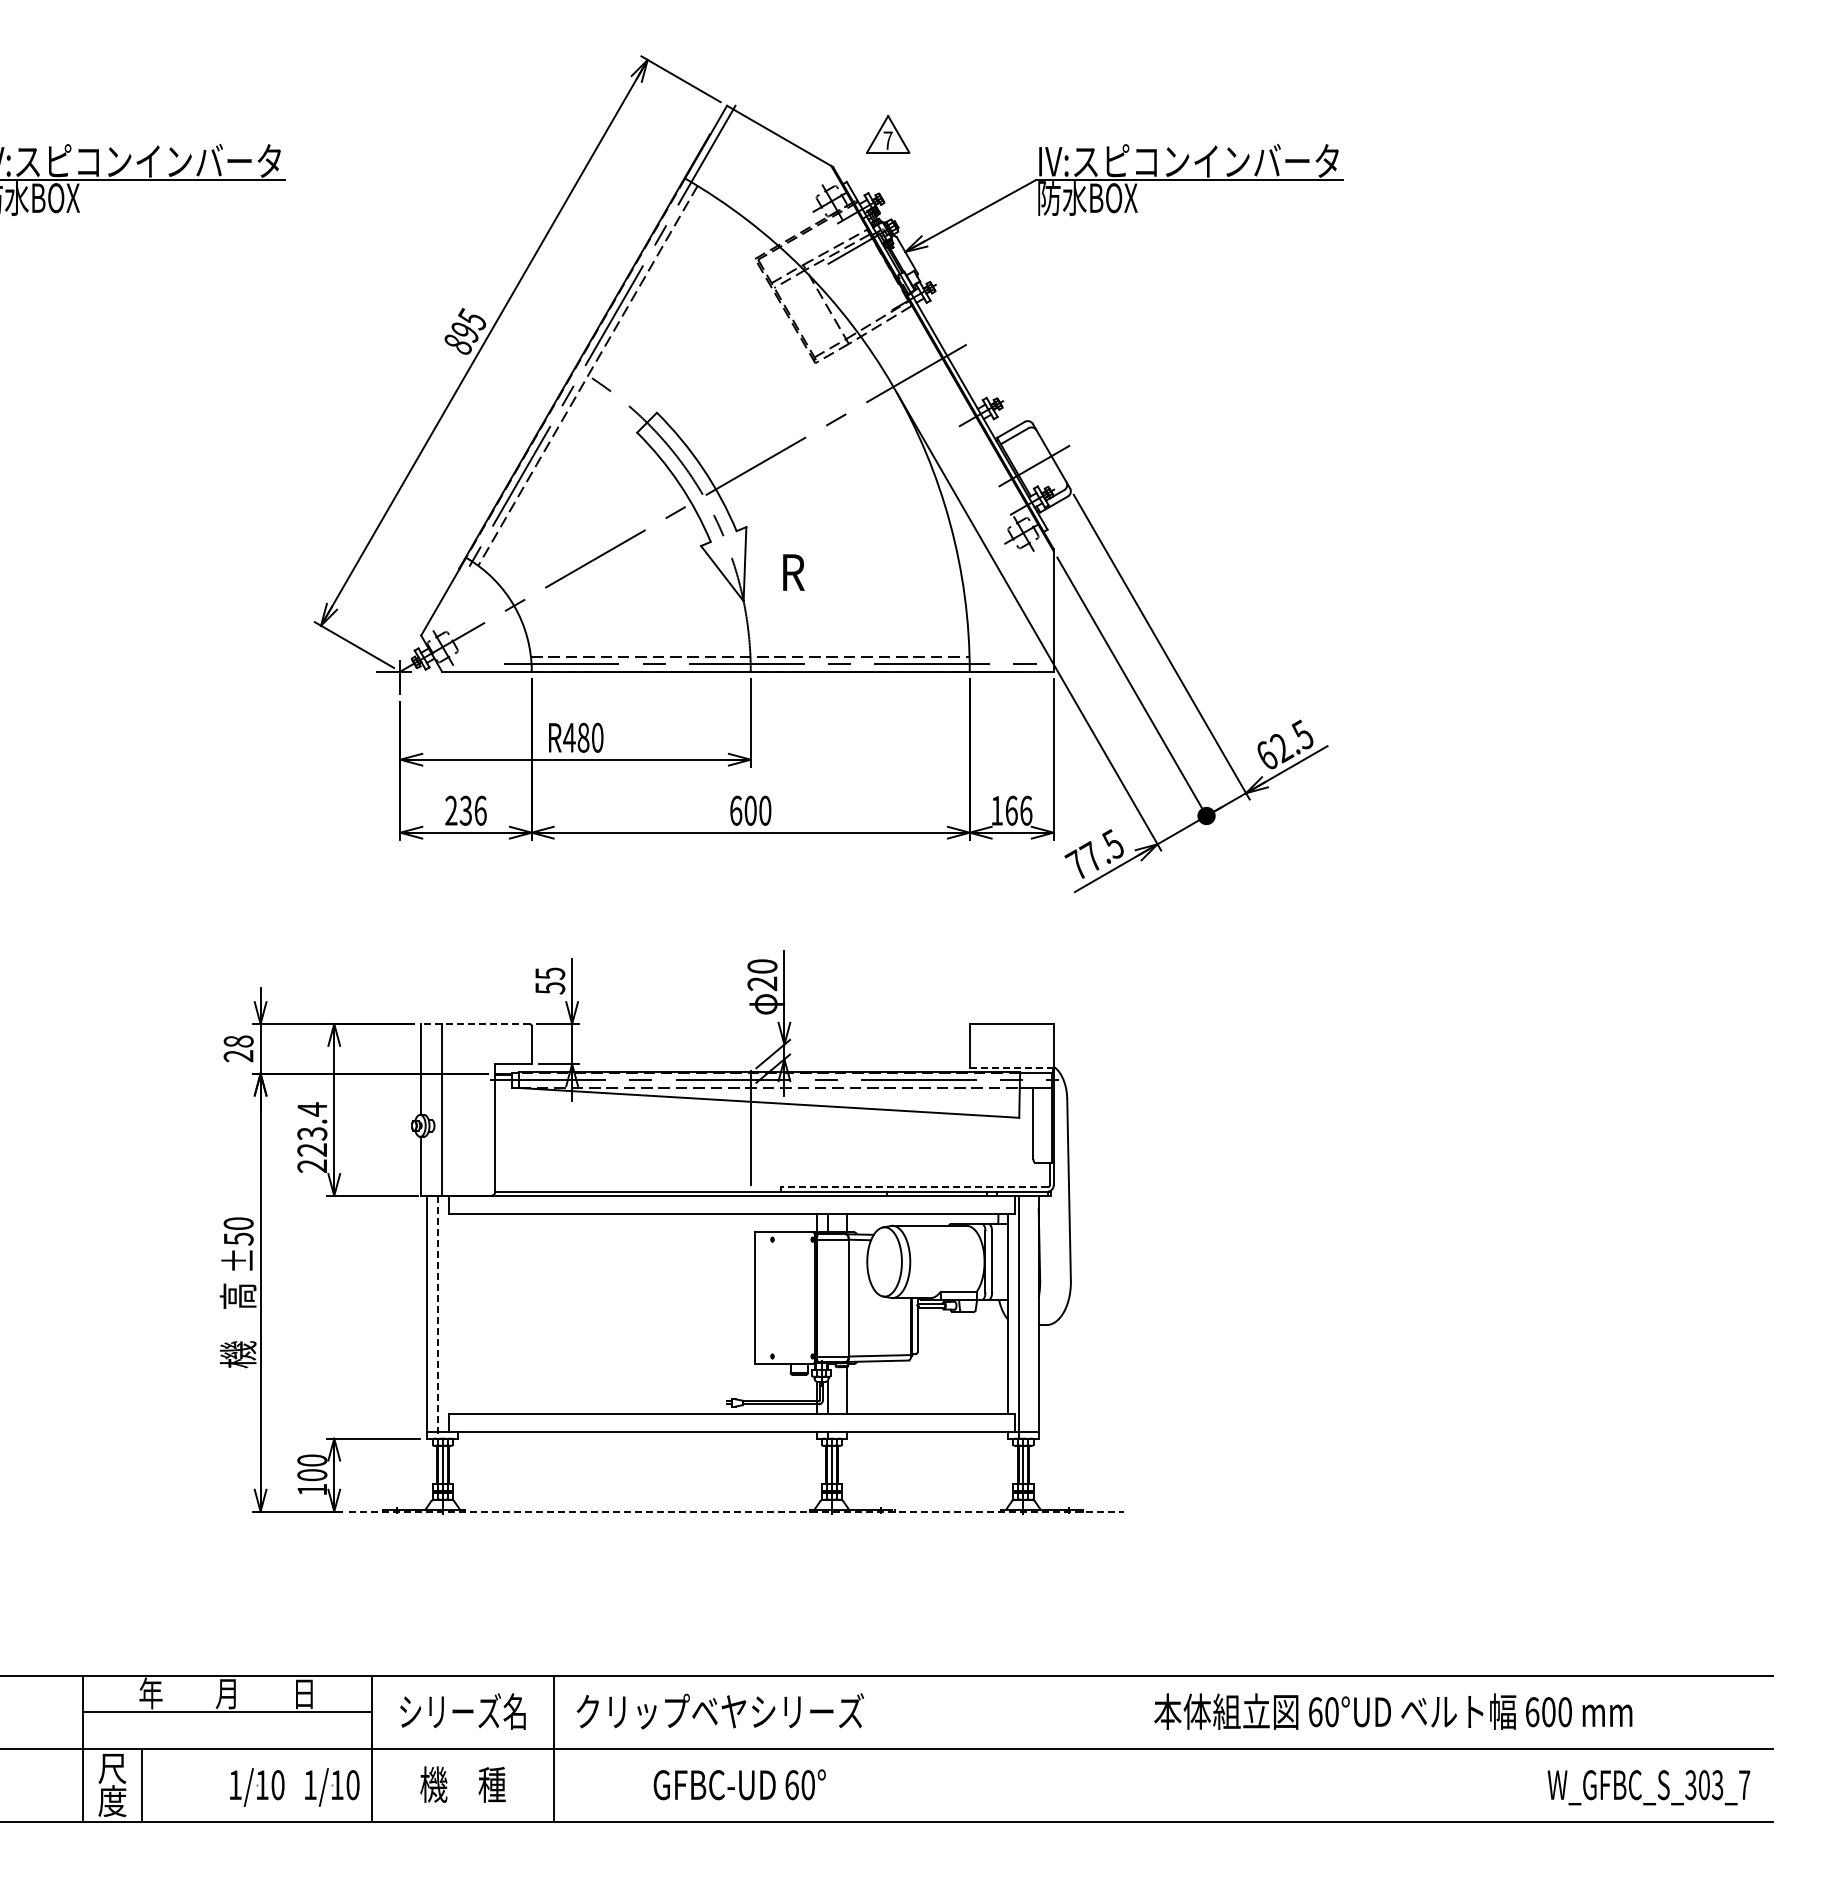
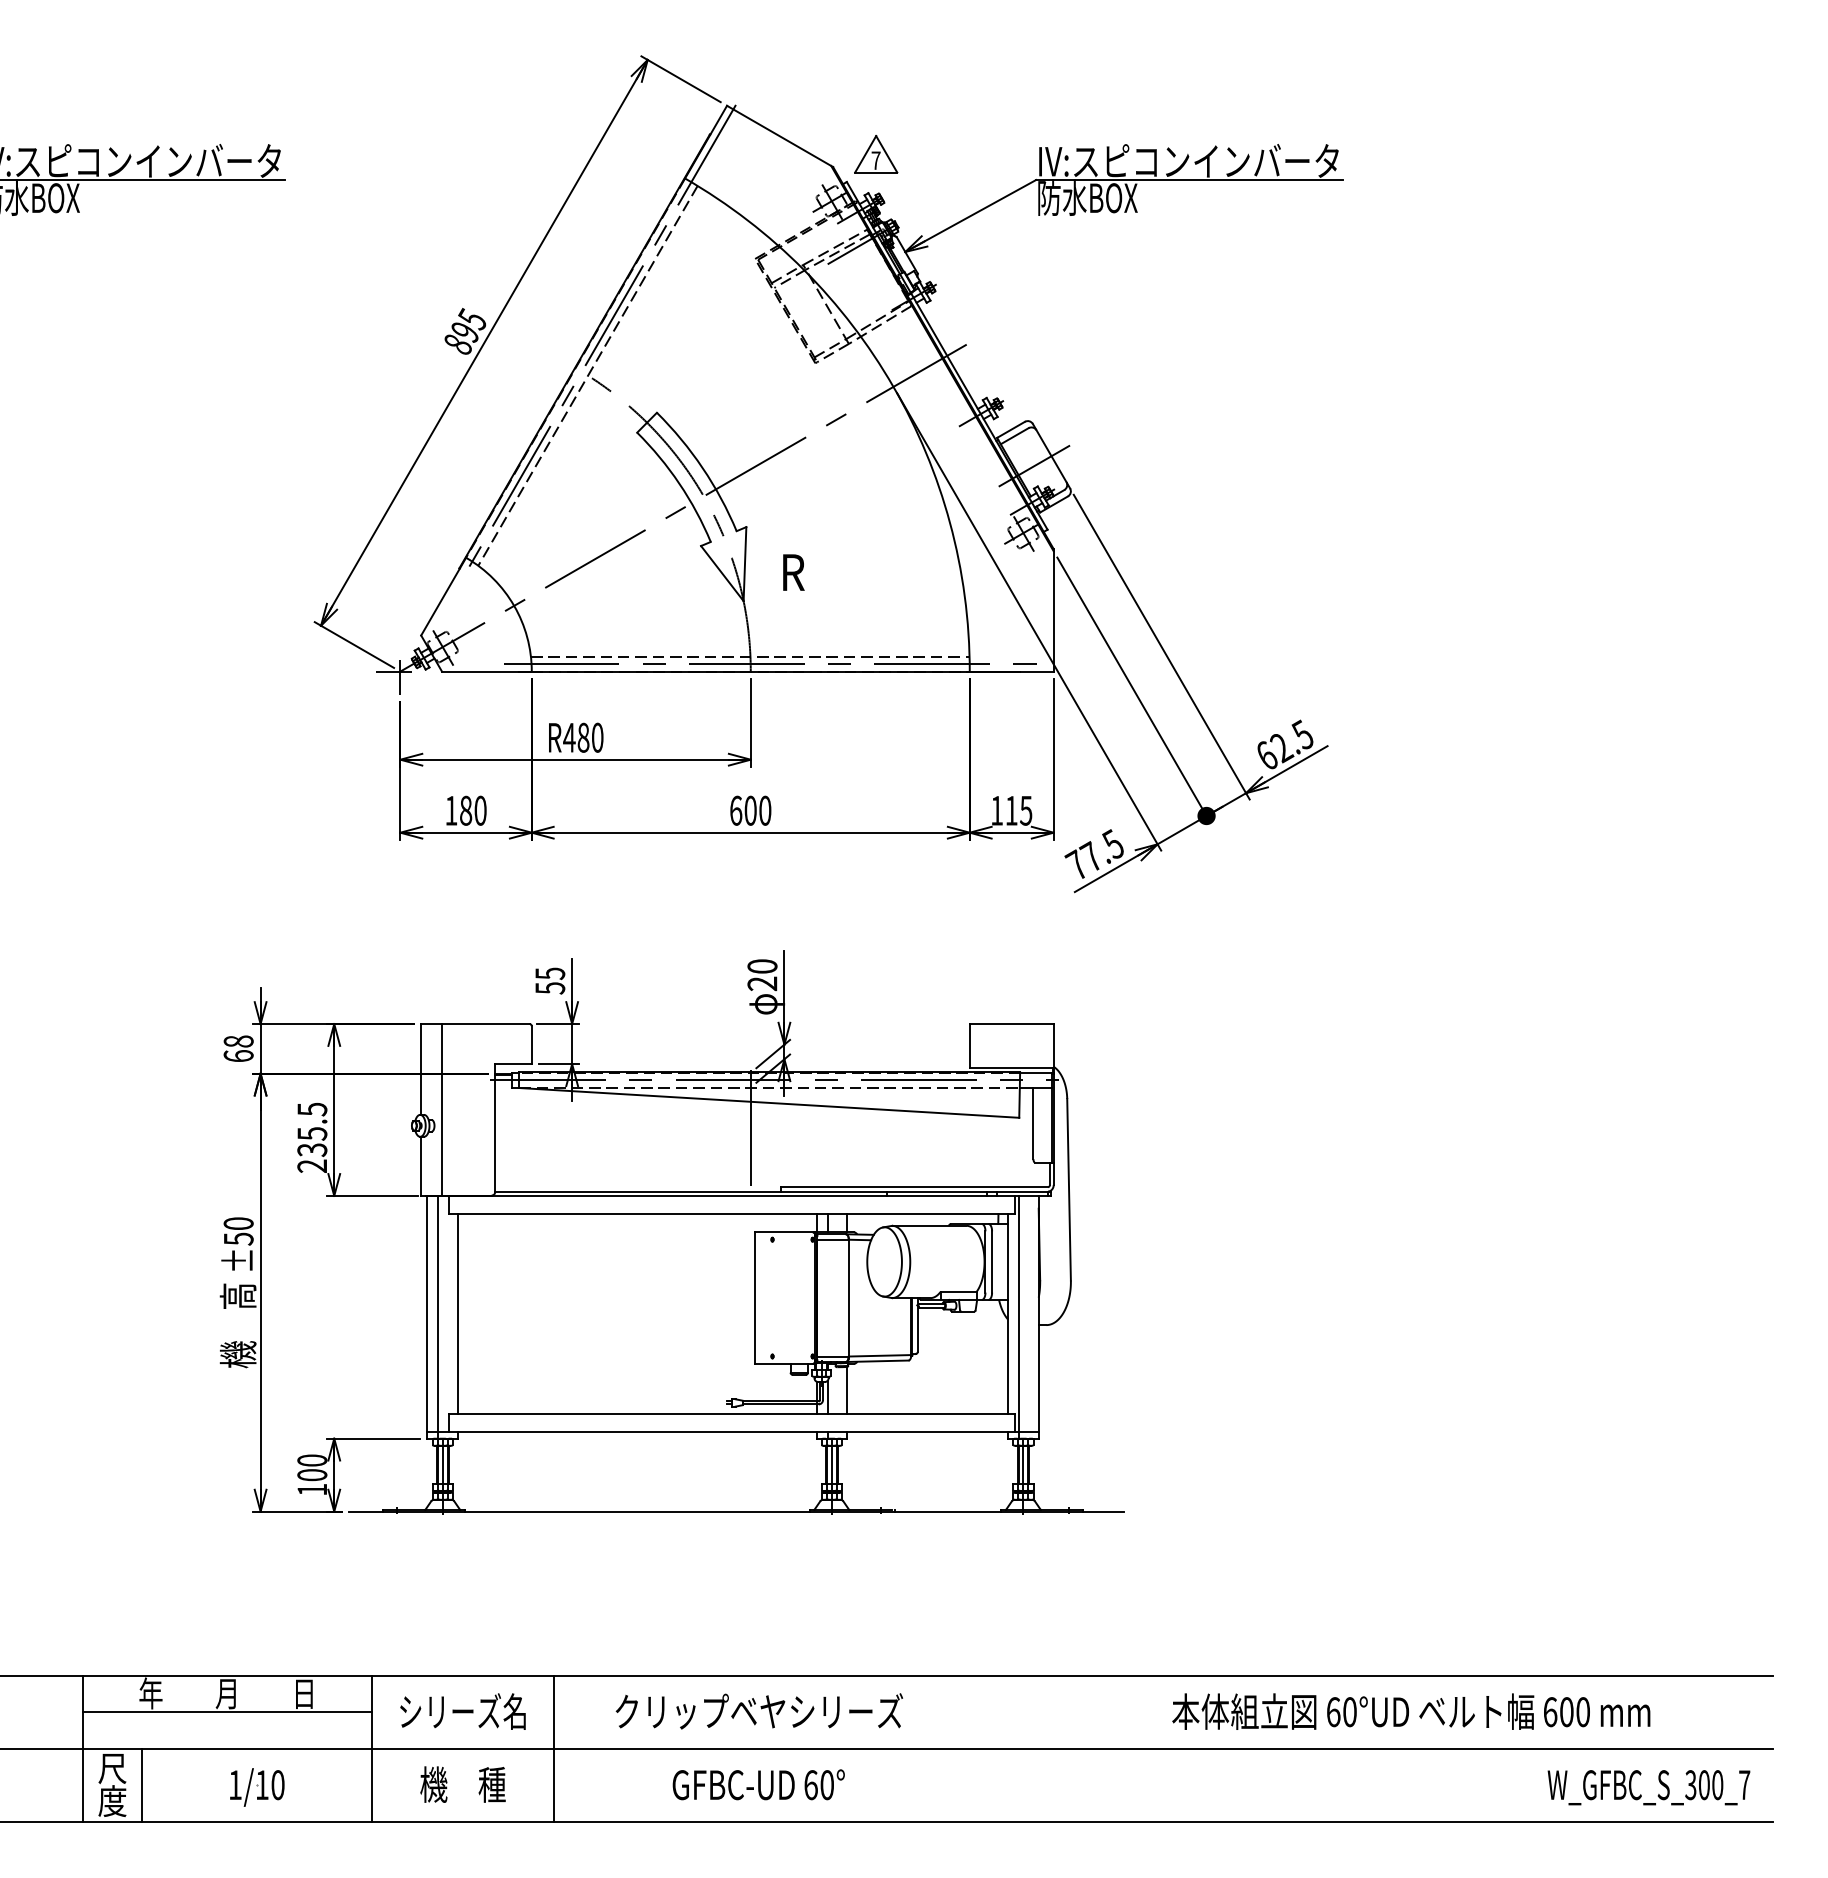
part at (888, 134) position: (888, 134) -> (876, 154)
text at (465, 810): 236 -> 180
text at (1019, 810): 166 -> 115
line at (474, 1024): dashed -> solid
text at (238, 1056): 28 -> 68
line at (1011, 1067): dashed -> solid
text at (312, 1129): 223.4 -> 235.5
line at (914, 1187): dashed -> solid
line at (458, 1313): none -> present
line at (438, 1317): dashed -> solid
line at (736, 1511): dashed -> solid
text at (720, 1711) position: (720, 1711) -> (759, 1711)
text at (1393, 1711) position: (1393, 1711) -> (1411, 1711)
text at (739, 1784) position: (739, 1784) -> (758, 1784)
text at (1717, 1785): W_GFBC_S_303_7 -> W_GFBC_S_300_7
part at (332, 1787): present -> none
